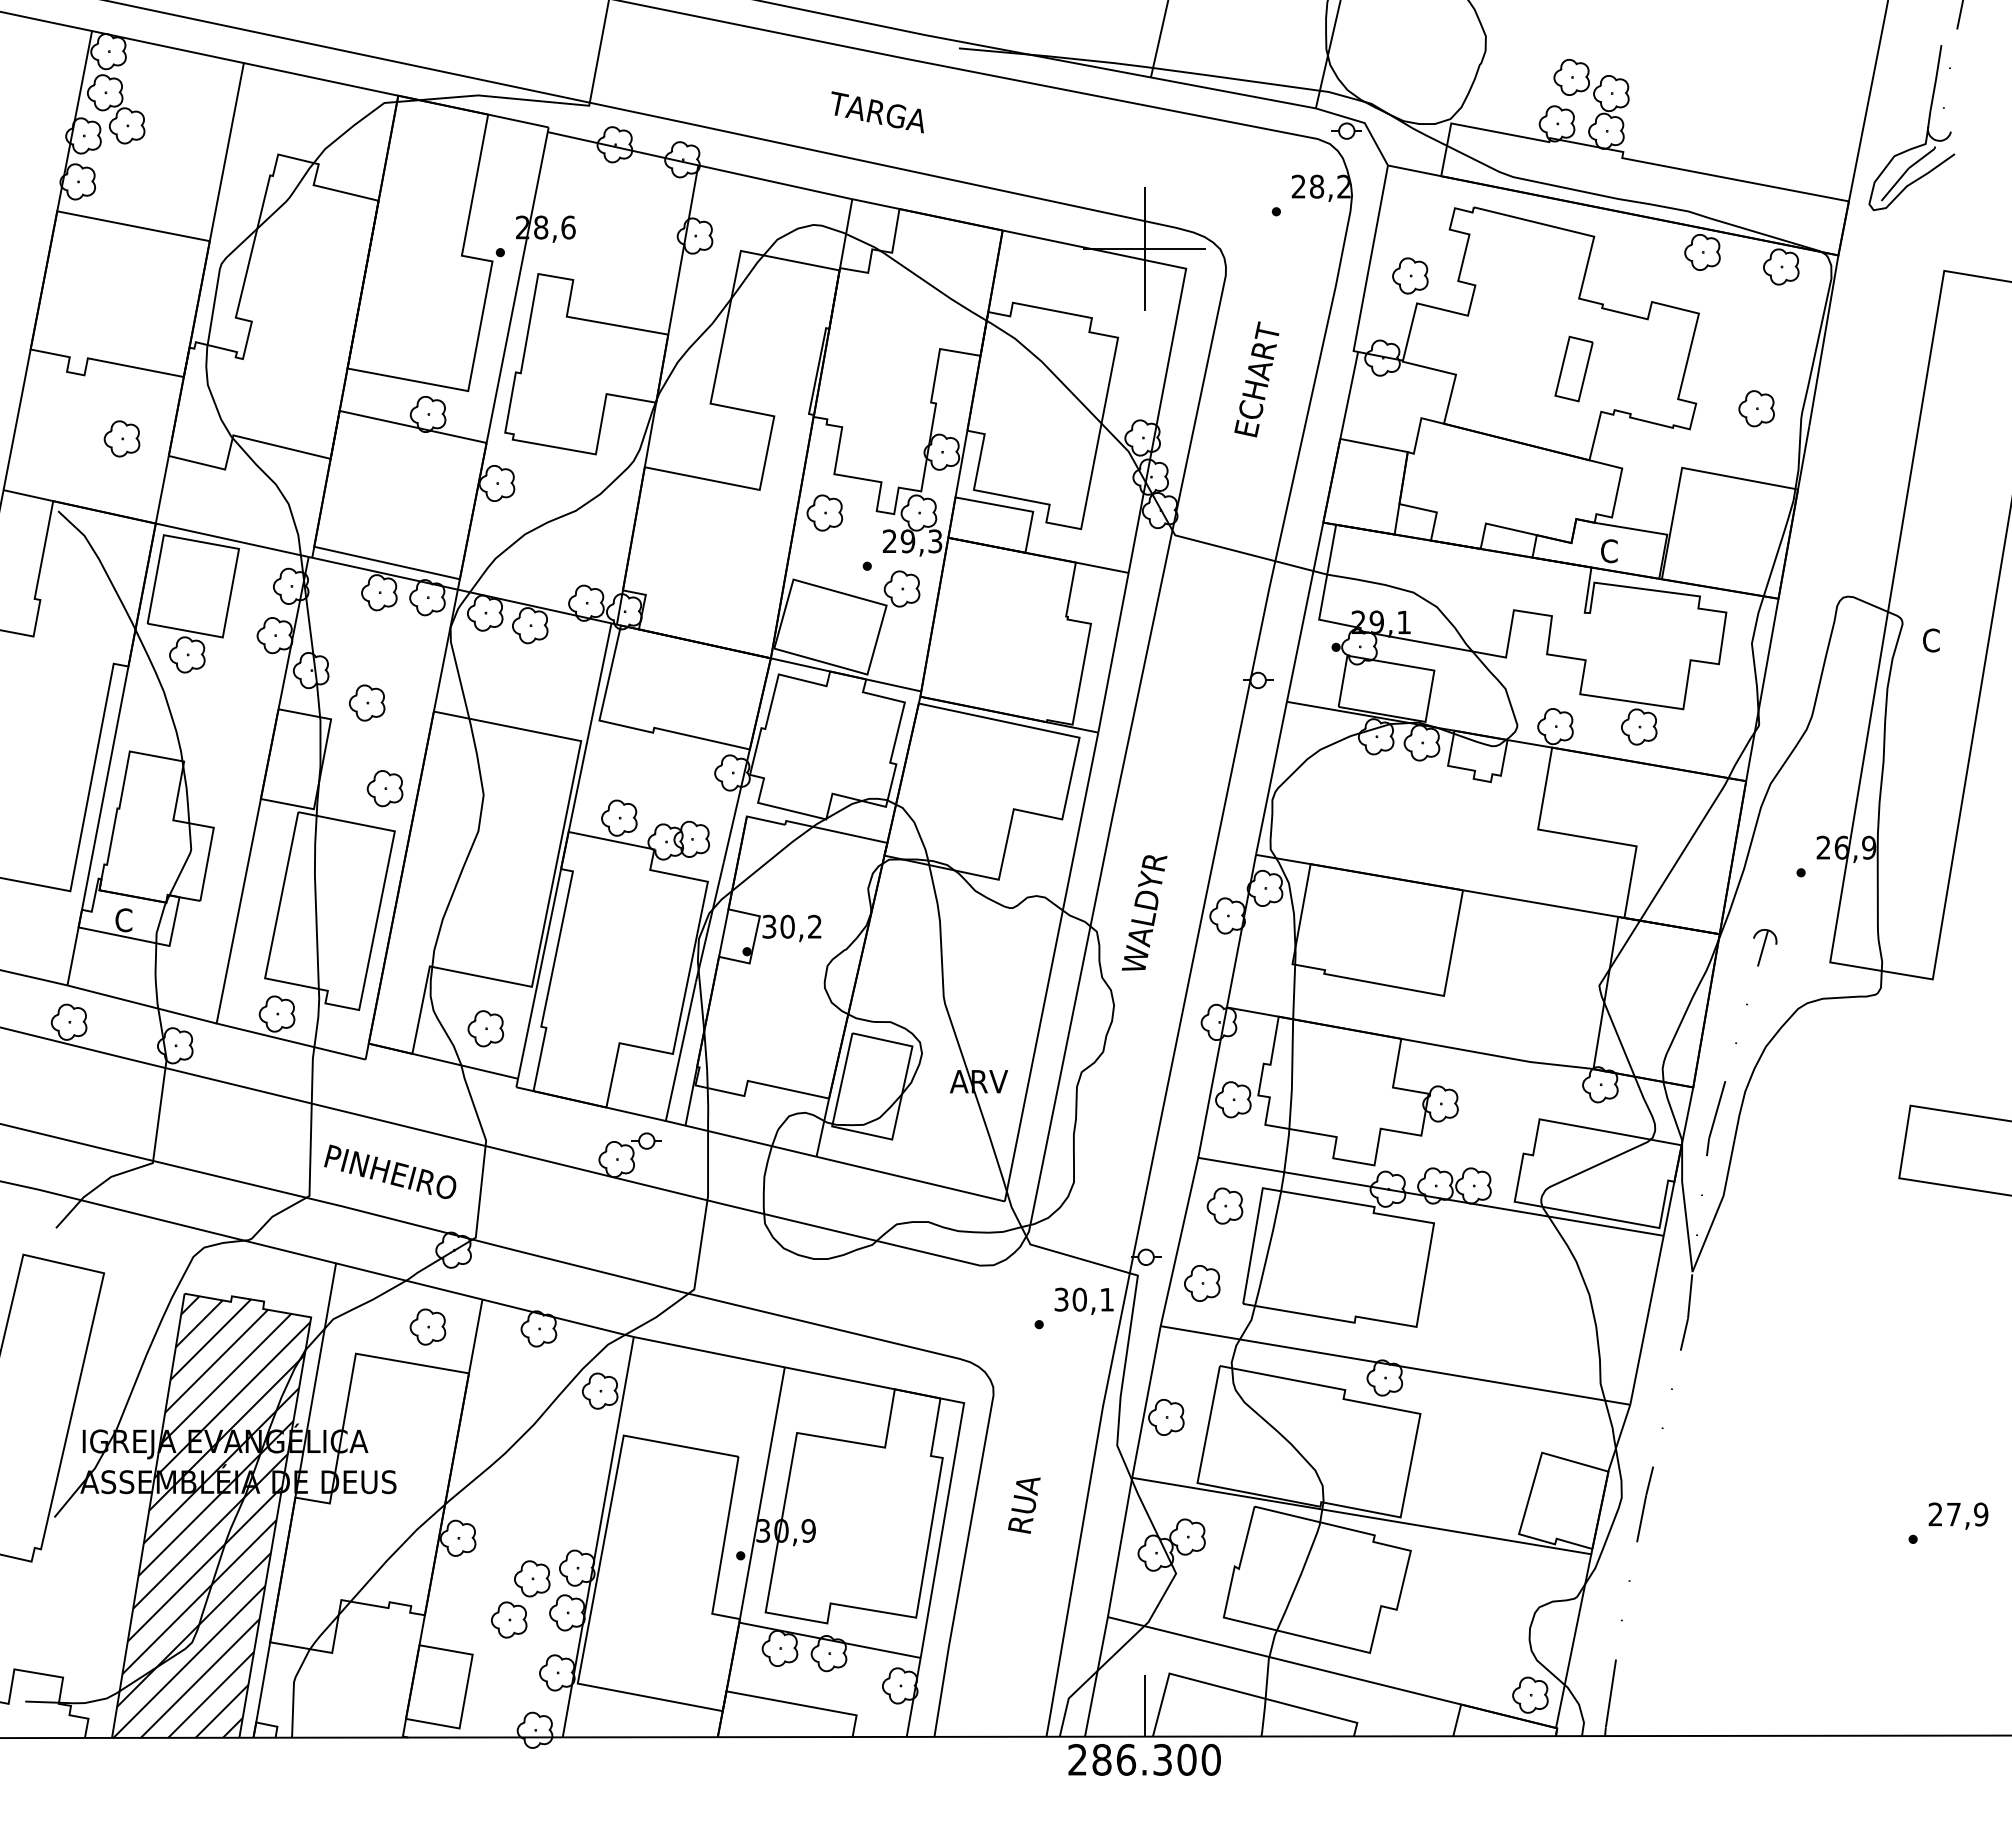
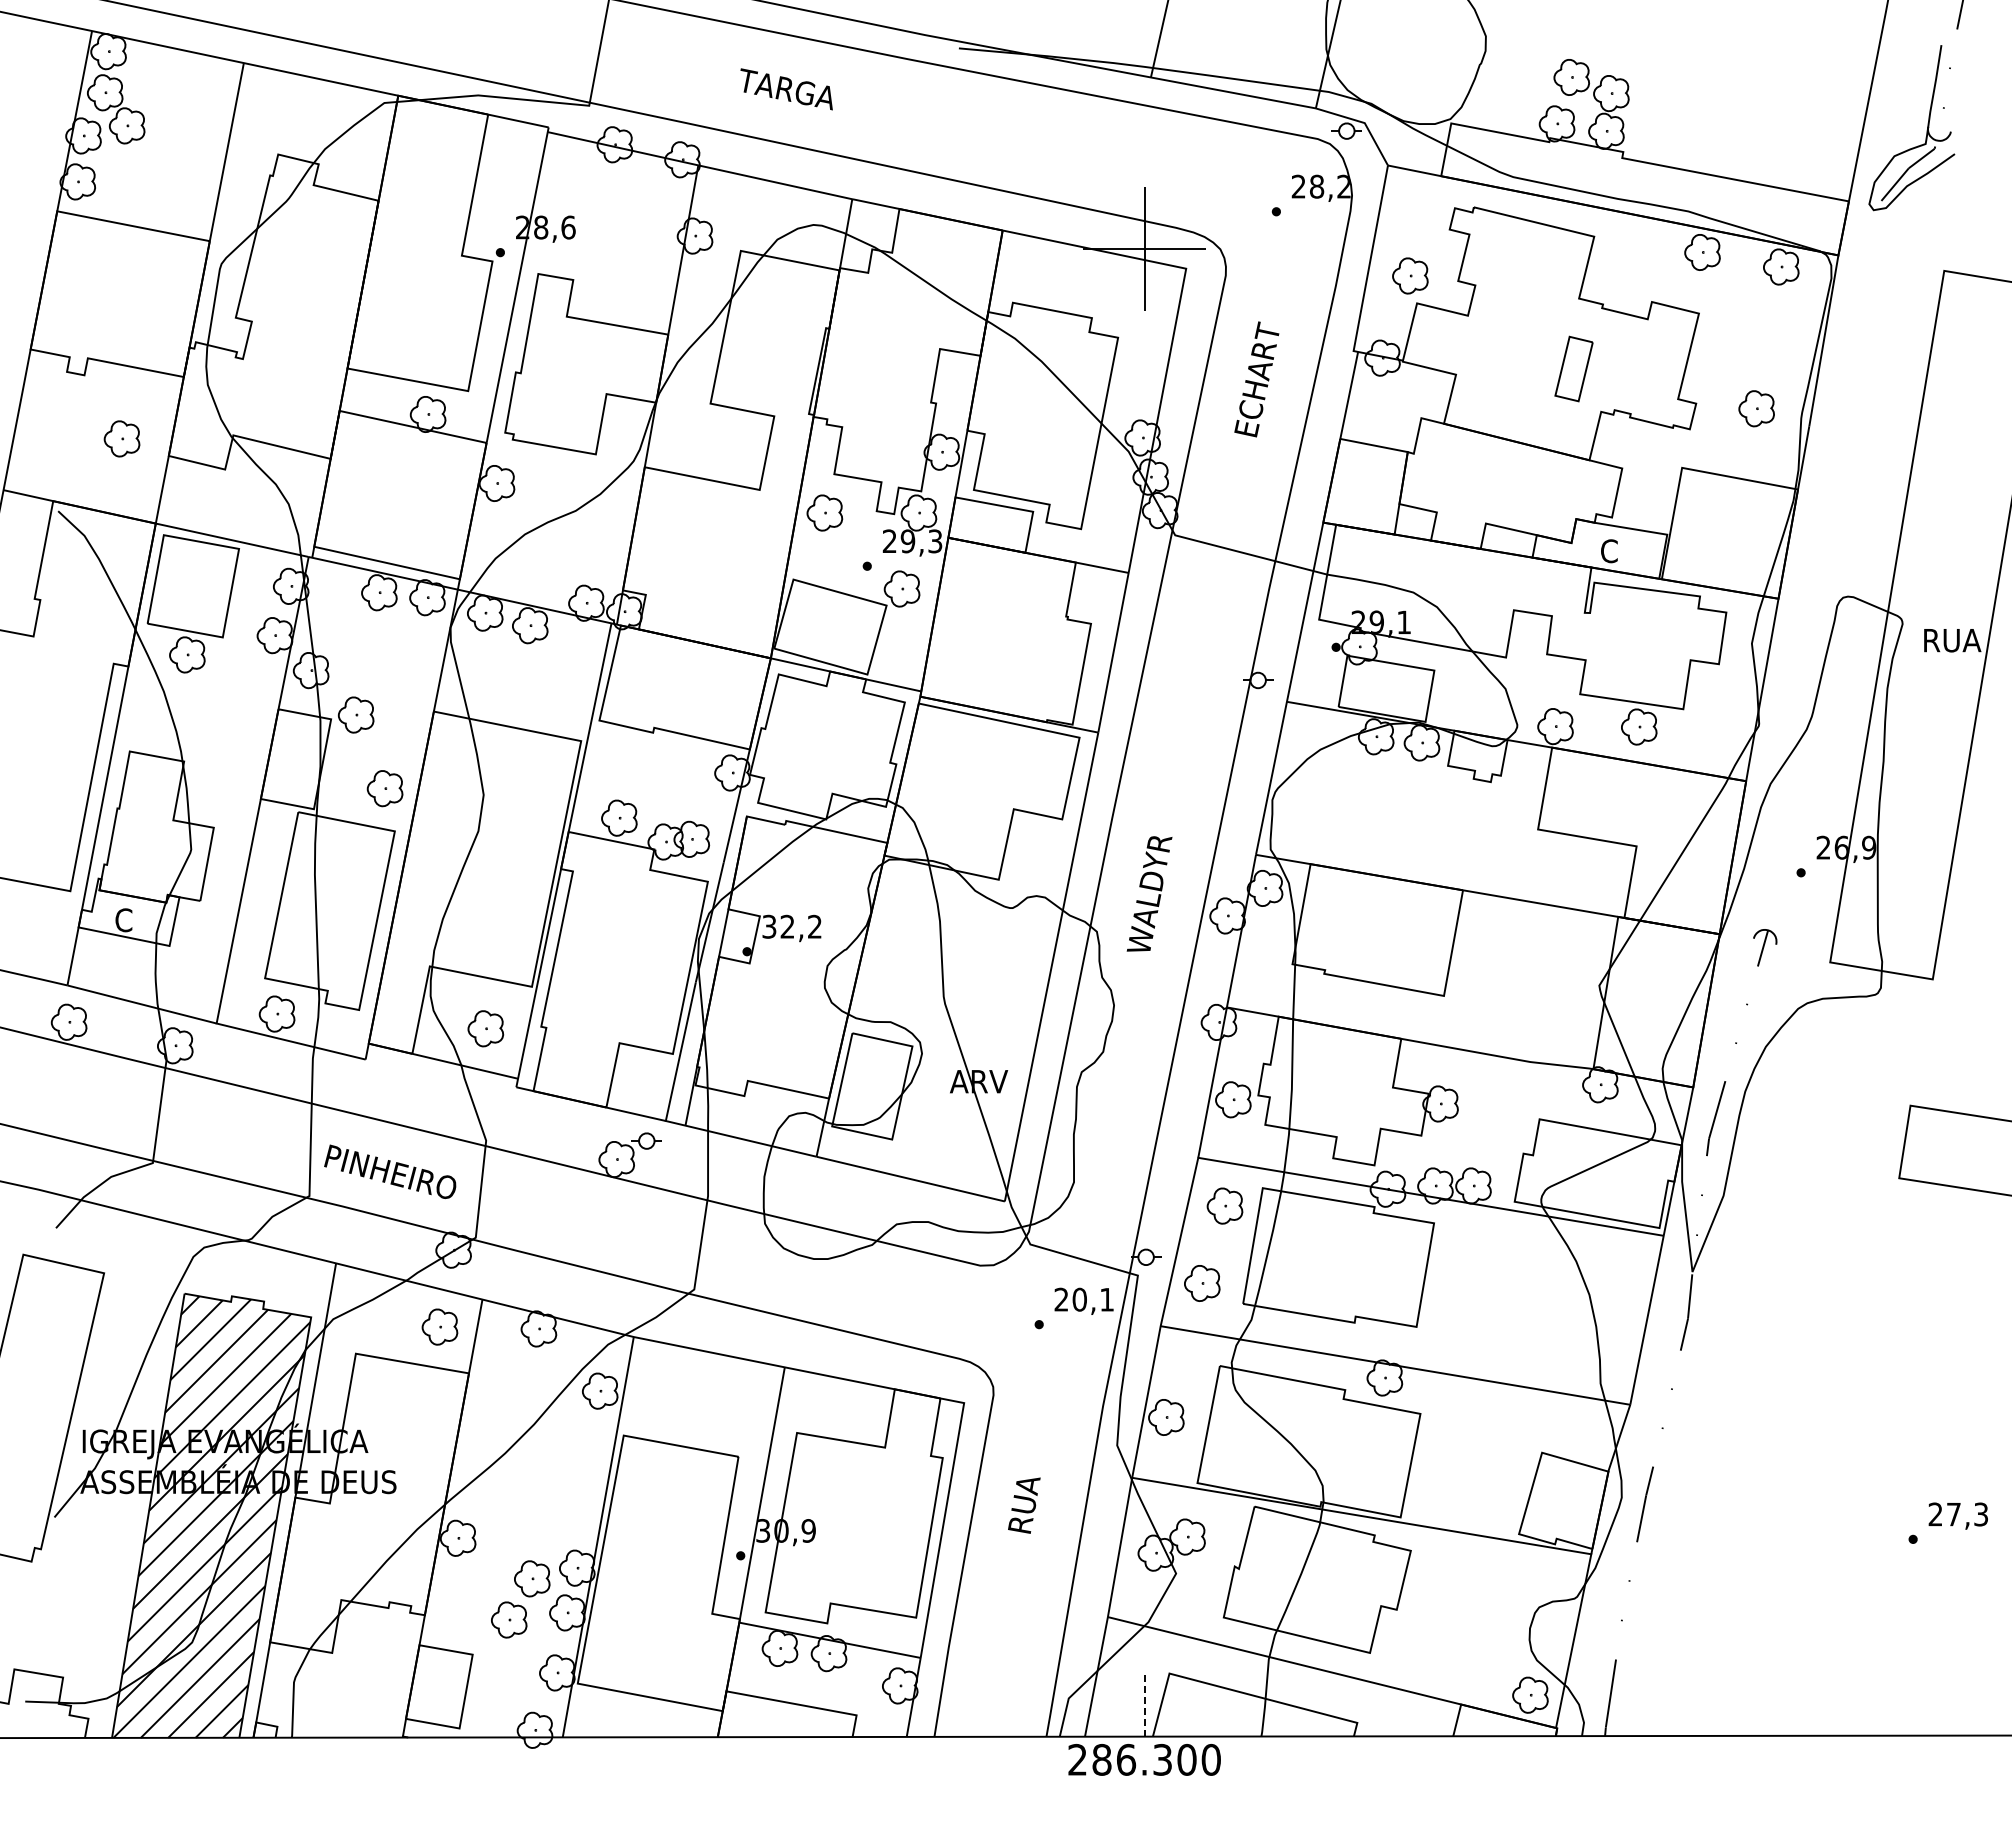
text at (877, 112) position: (877, 112) -> (786, 89)
text at (1952, 640): C -> RUA
part at (366, 702) position: (366, 702) -> (355, 714)
text at (1144, 912) position: (1144, 912) -> (1149, 893)
text at (787, 926): 30,2 -> 32,2
text at (1061, 1299): 30,1 -> 20,1
part at (427, 1326) position: (427, 1326) -> (439, 1326)
text at (1981, 1514): 27,9 -> 27,3
line at (1144, 1705): solid -> dashed
